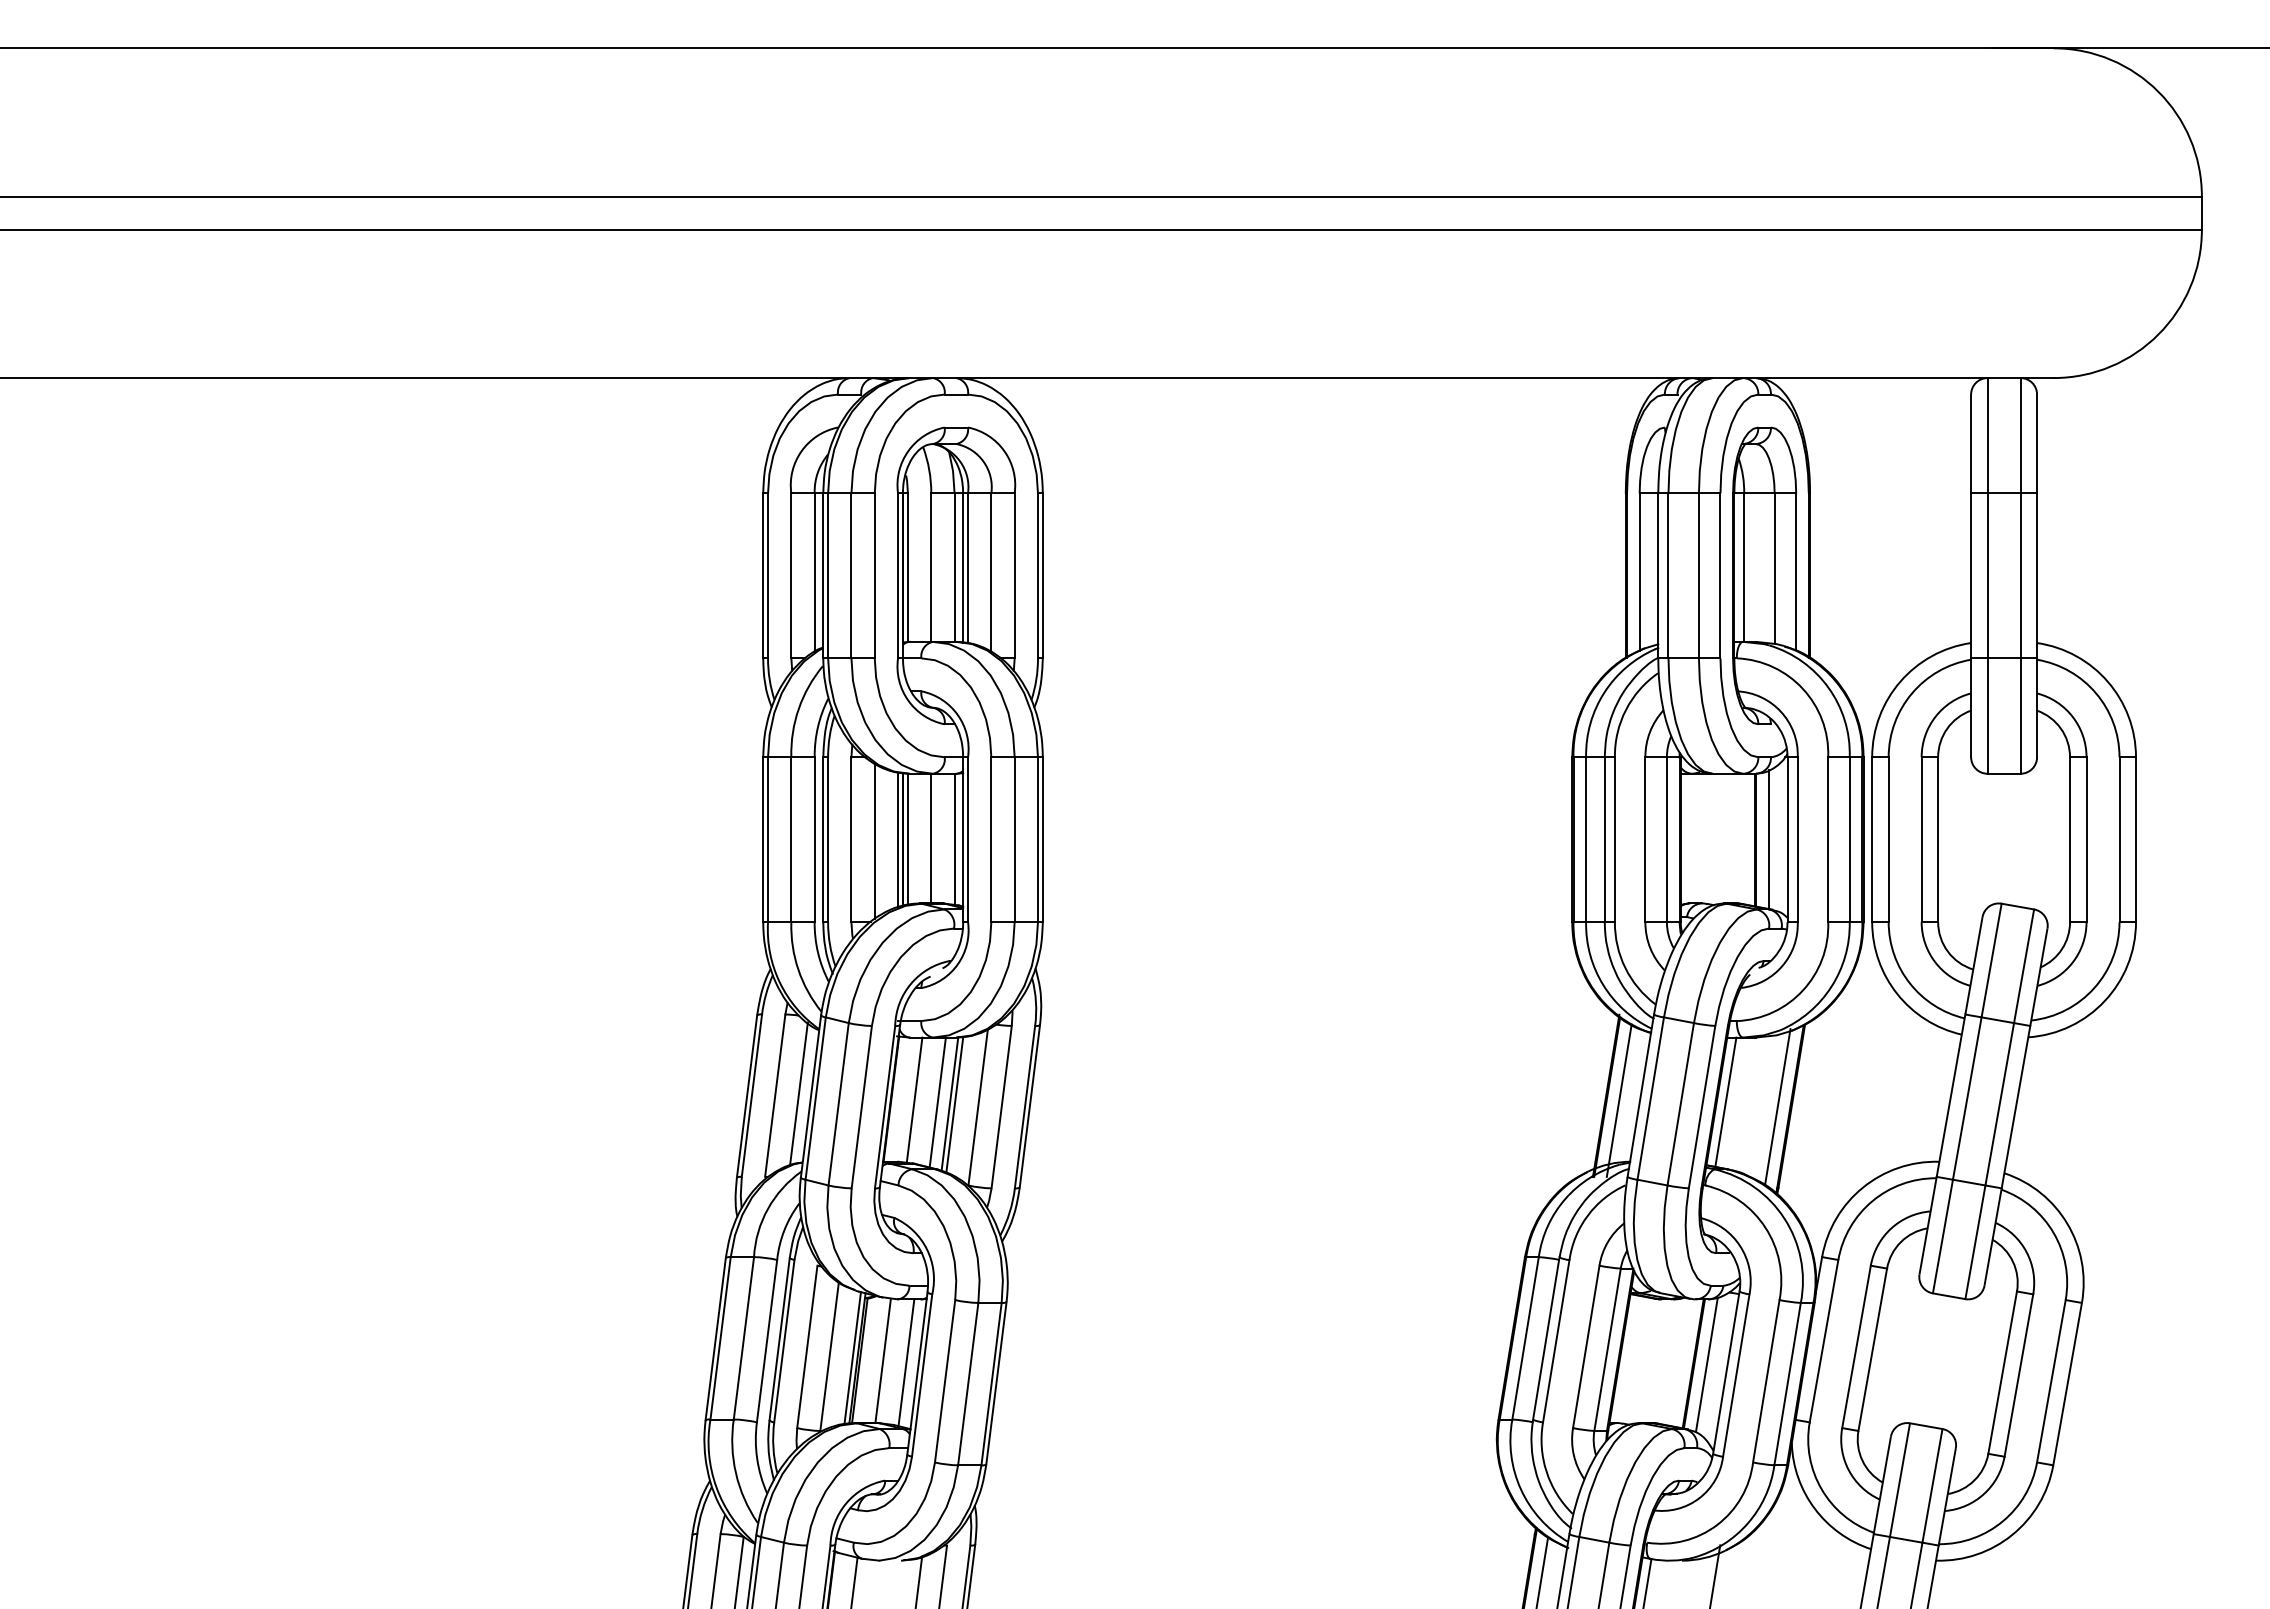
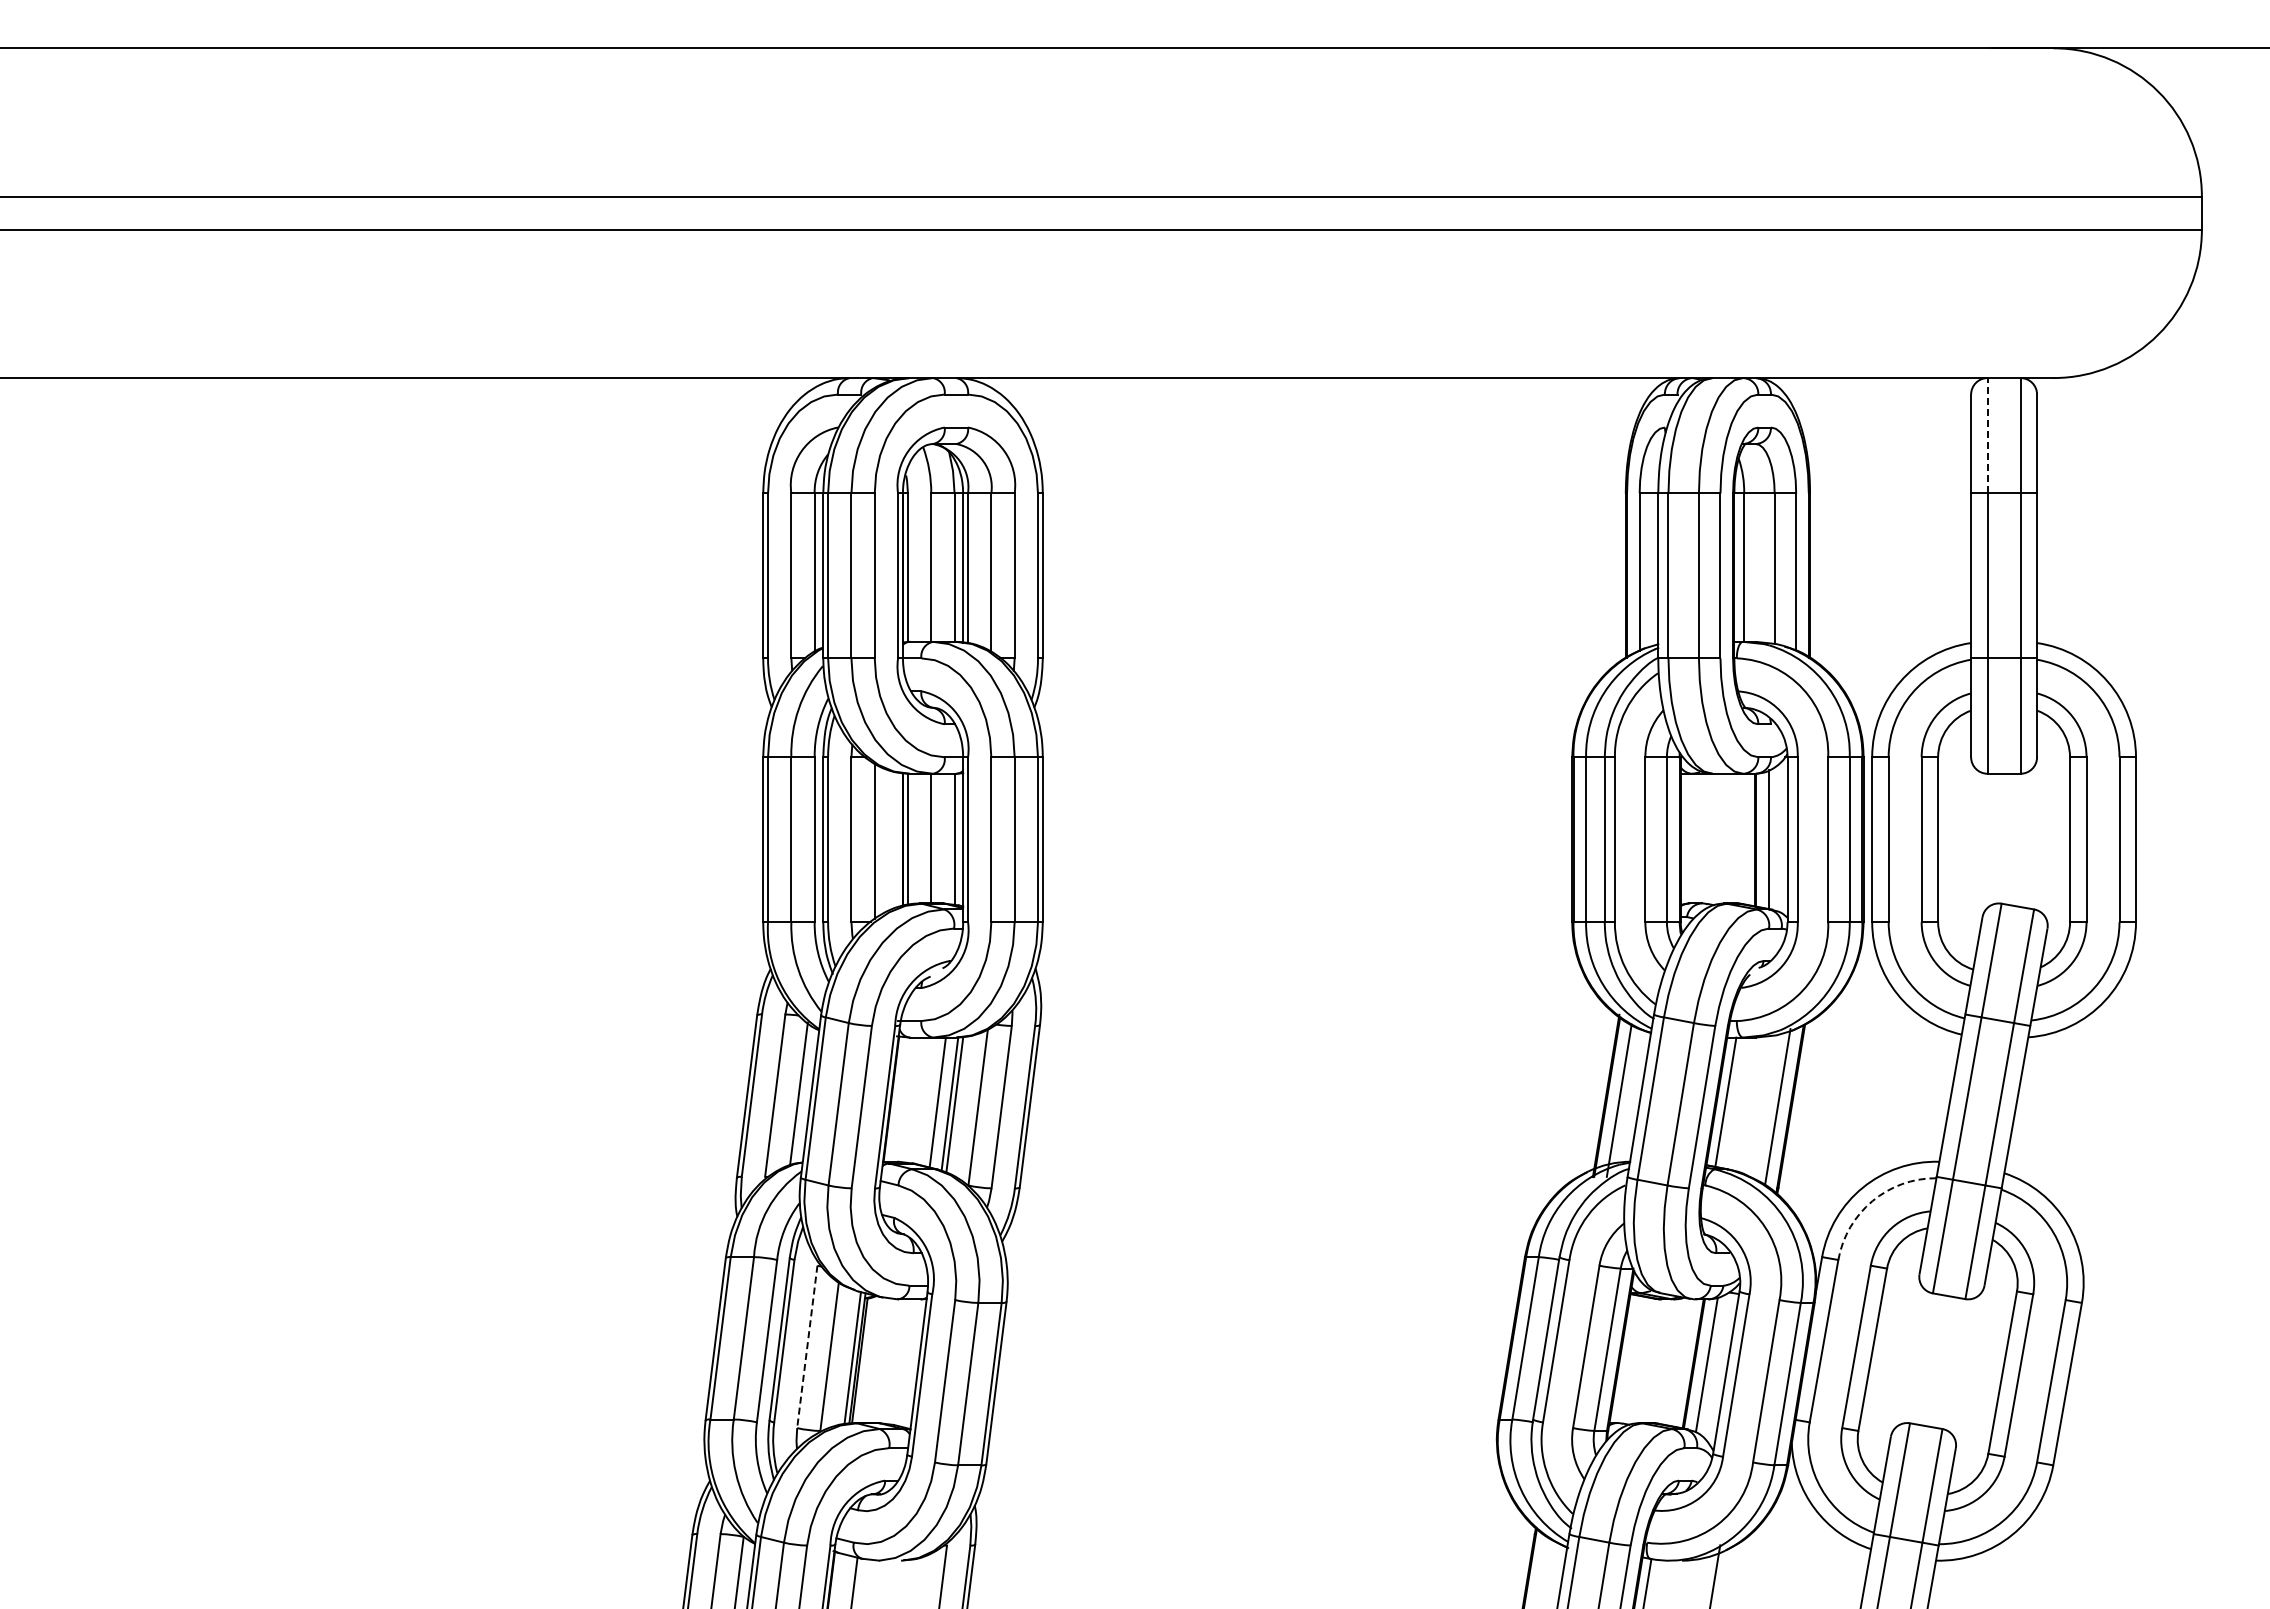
line at (1987, 435): solid -> dashed
line at (898, 839): present -> none
line at (914, 1099): present -> none
arc at (1872, 1201): solid -> dashed
line at (807, 1346): solid -> dashed
line at (882, 1360): present -> none
line at (906, 1362): present -> none
line at (1542, 1571): present -> none
line at (919, 1580): present -> none
